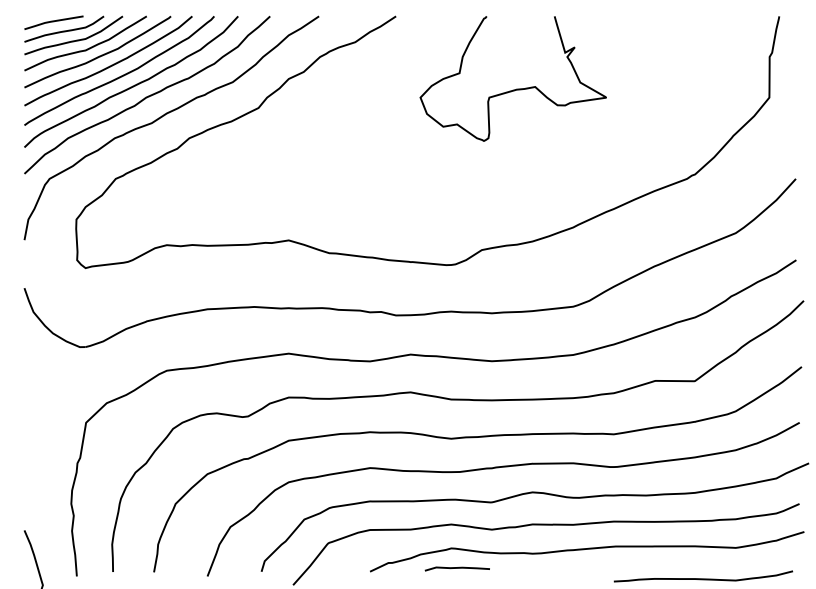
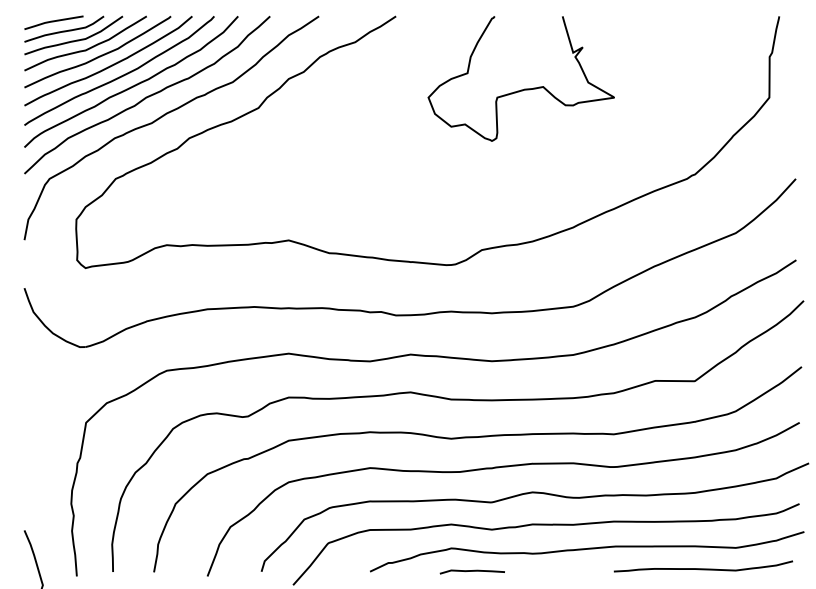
curve at (516, 88) position: (516, 88) -> (524, 88)
curve at (456, 568) position: (456, 568) -> (471, 571)
curve at (703, 578) position: (703, 578) -> (703, 568)
